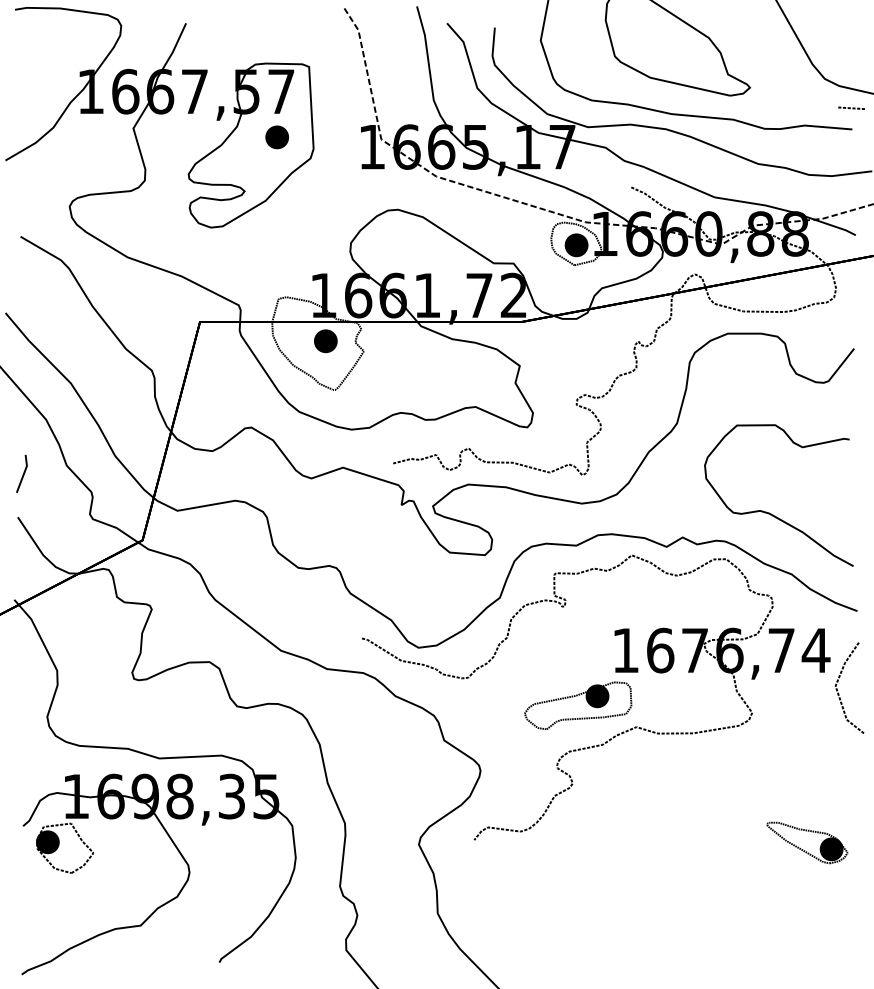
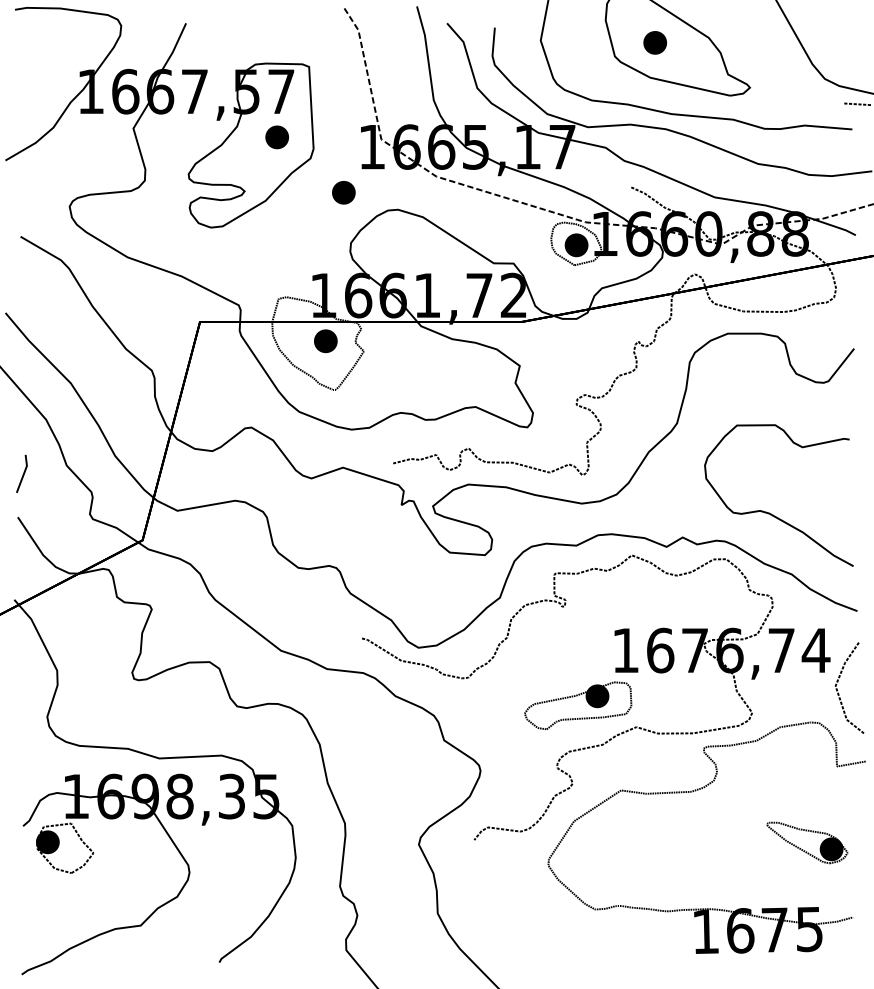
part at (654, 42): none -> present
line at (850, 107) position: (850, 107) -> (856, 103)
part at (343, 192): none -> present
part at (695, 791): none -> present
